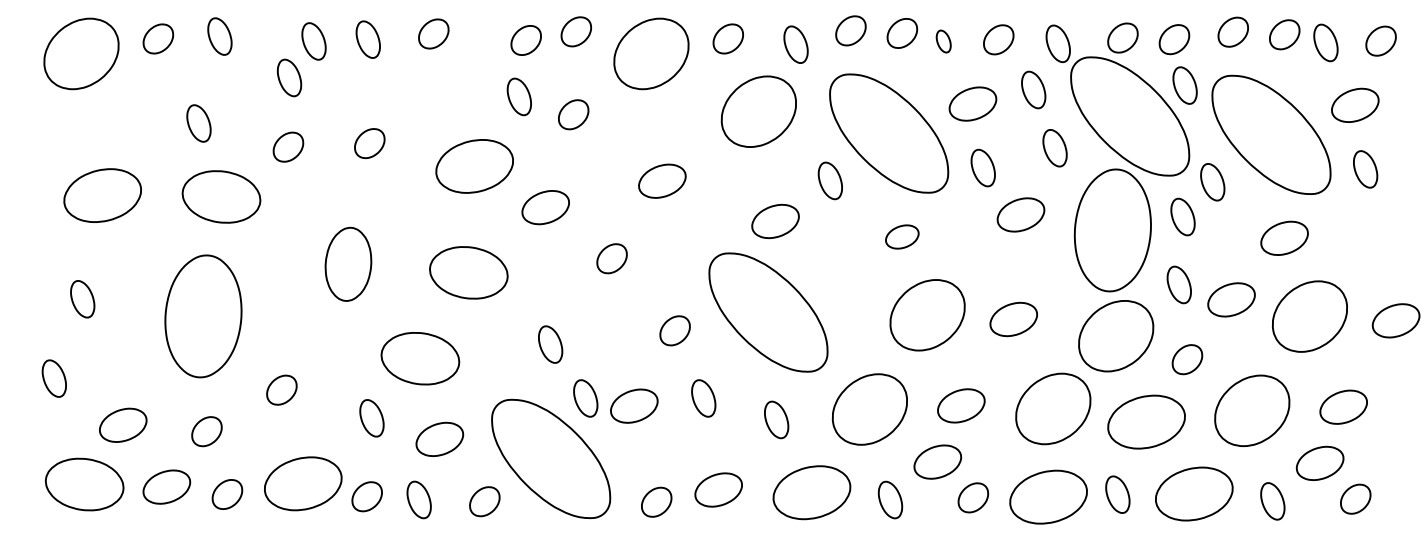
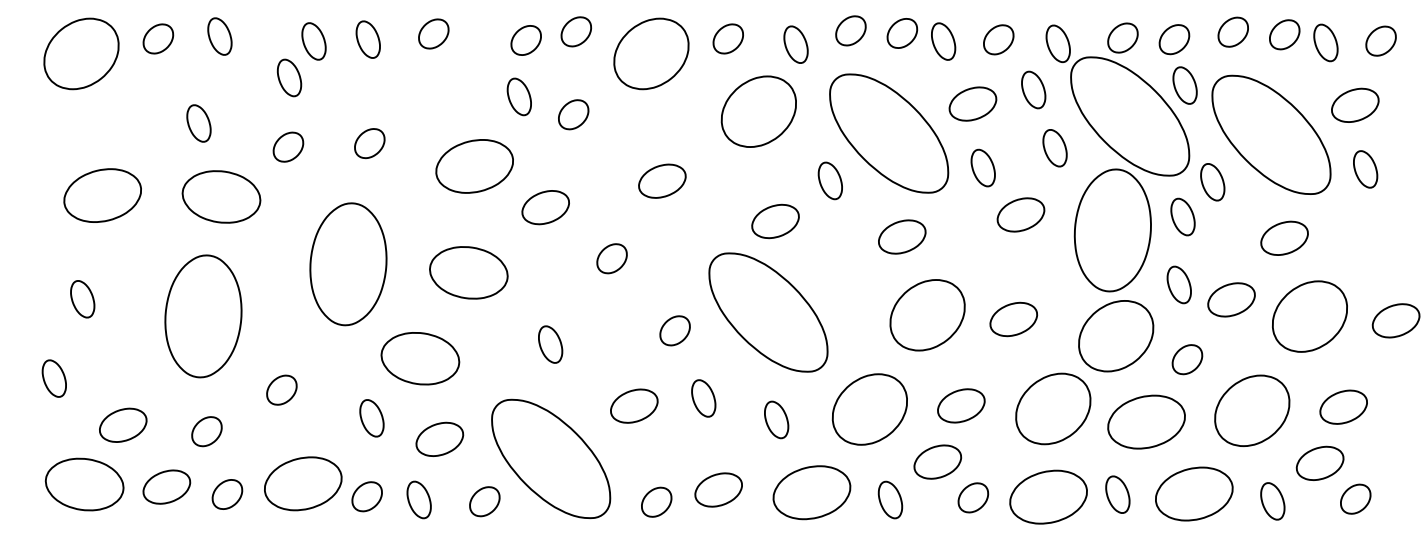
part at (943, 41) size: 17x25 px -> 26x39 px
part at (902, 236) size: 35x26 px -> 49x36 px
part at (348, 263) size: 49x76 px -> 79x125 px
part at (585, 398): present -> none
